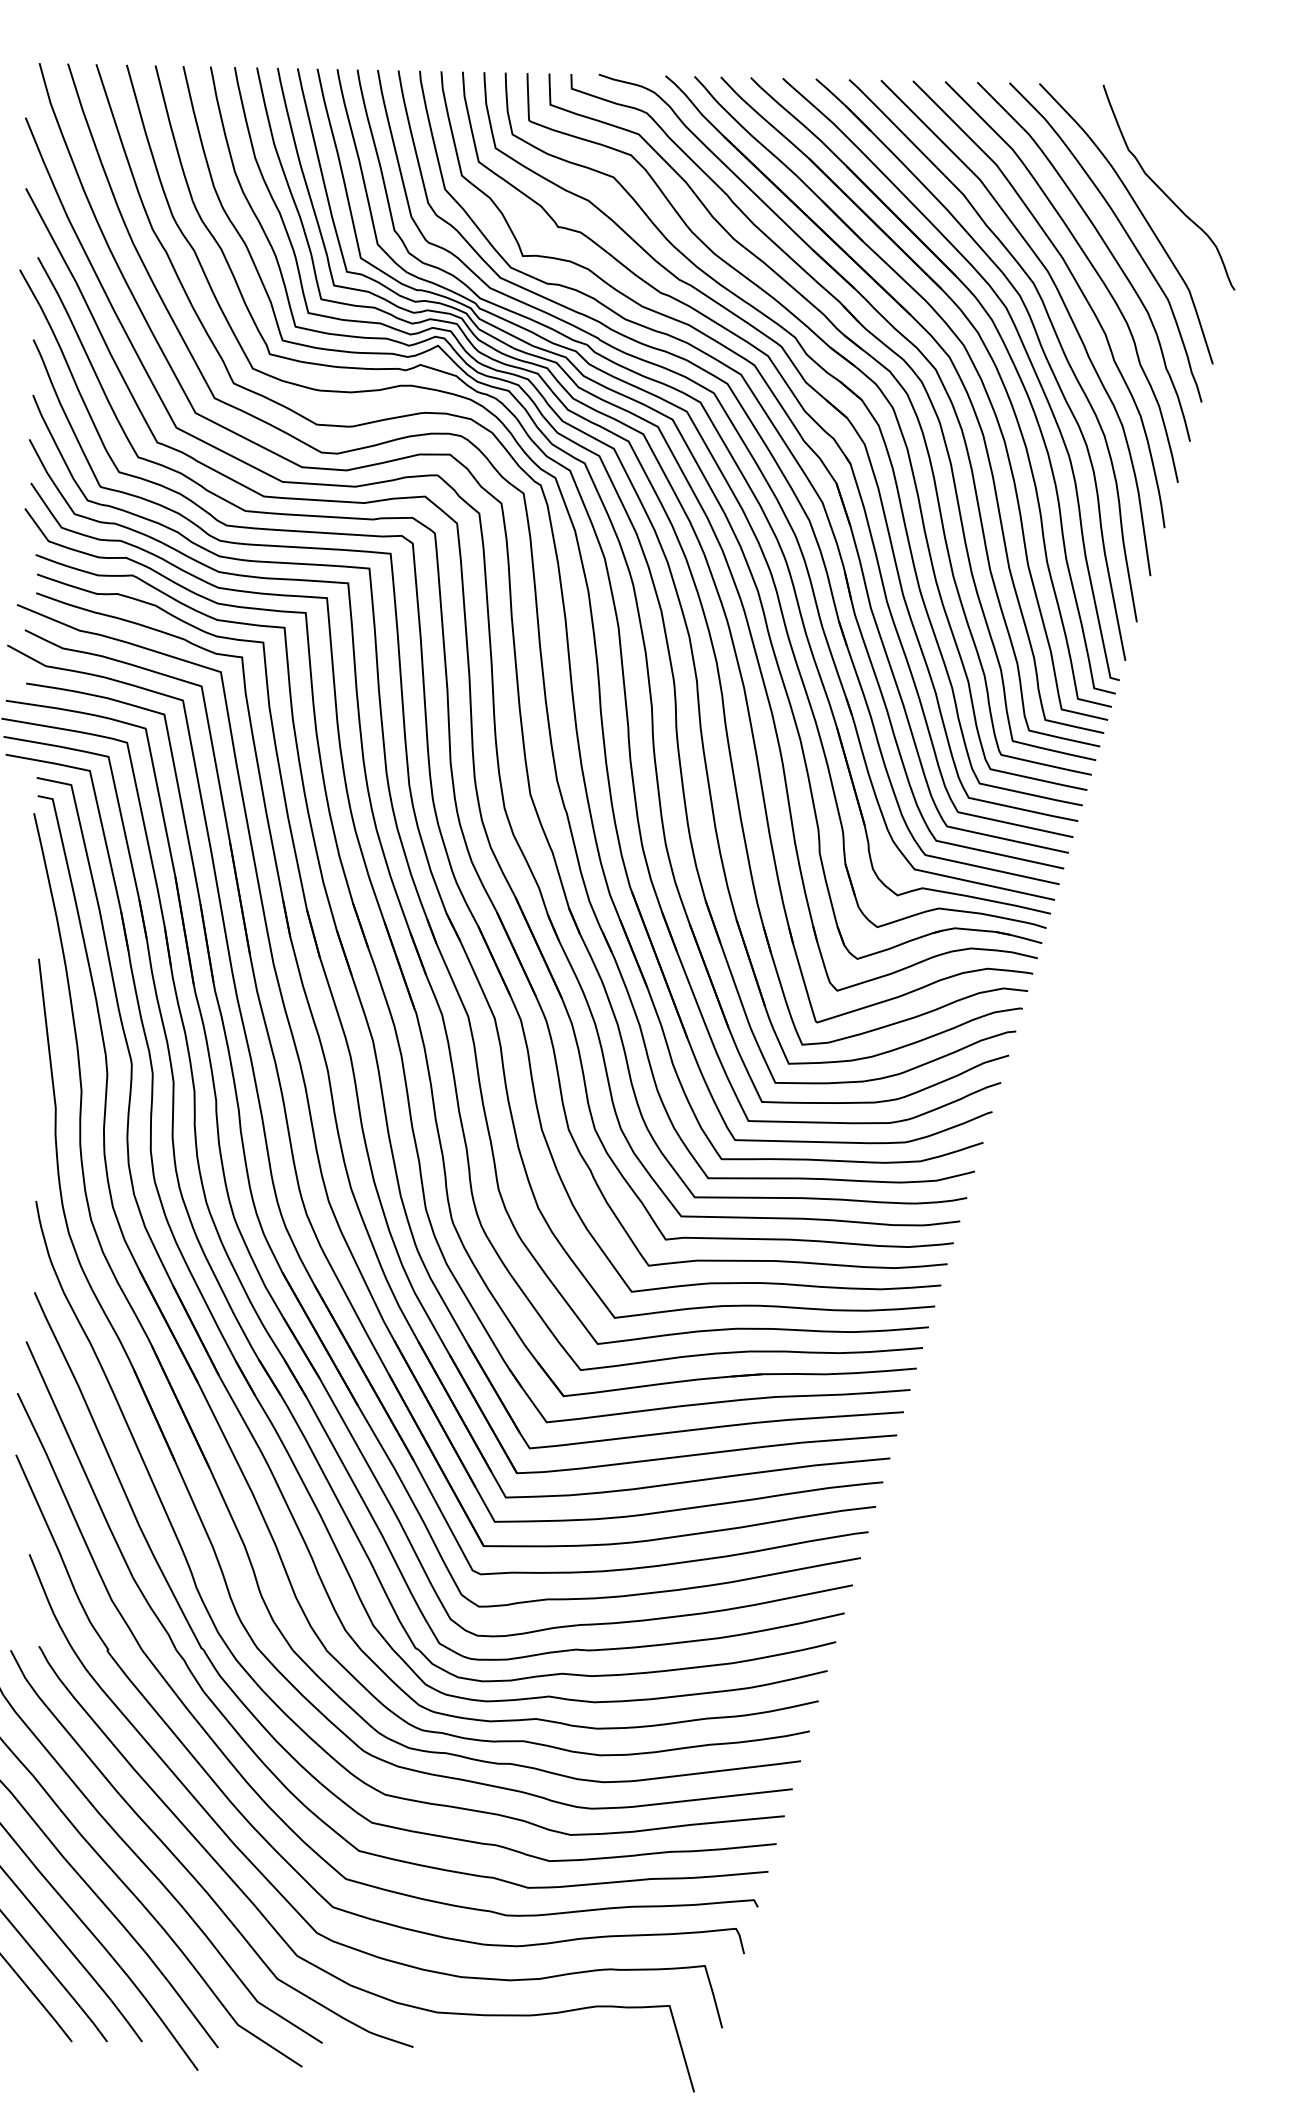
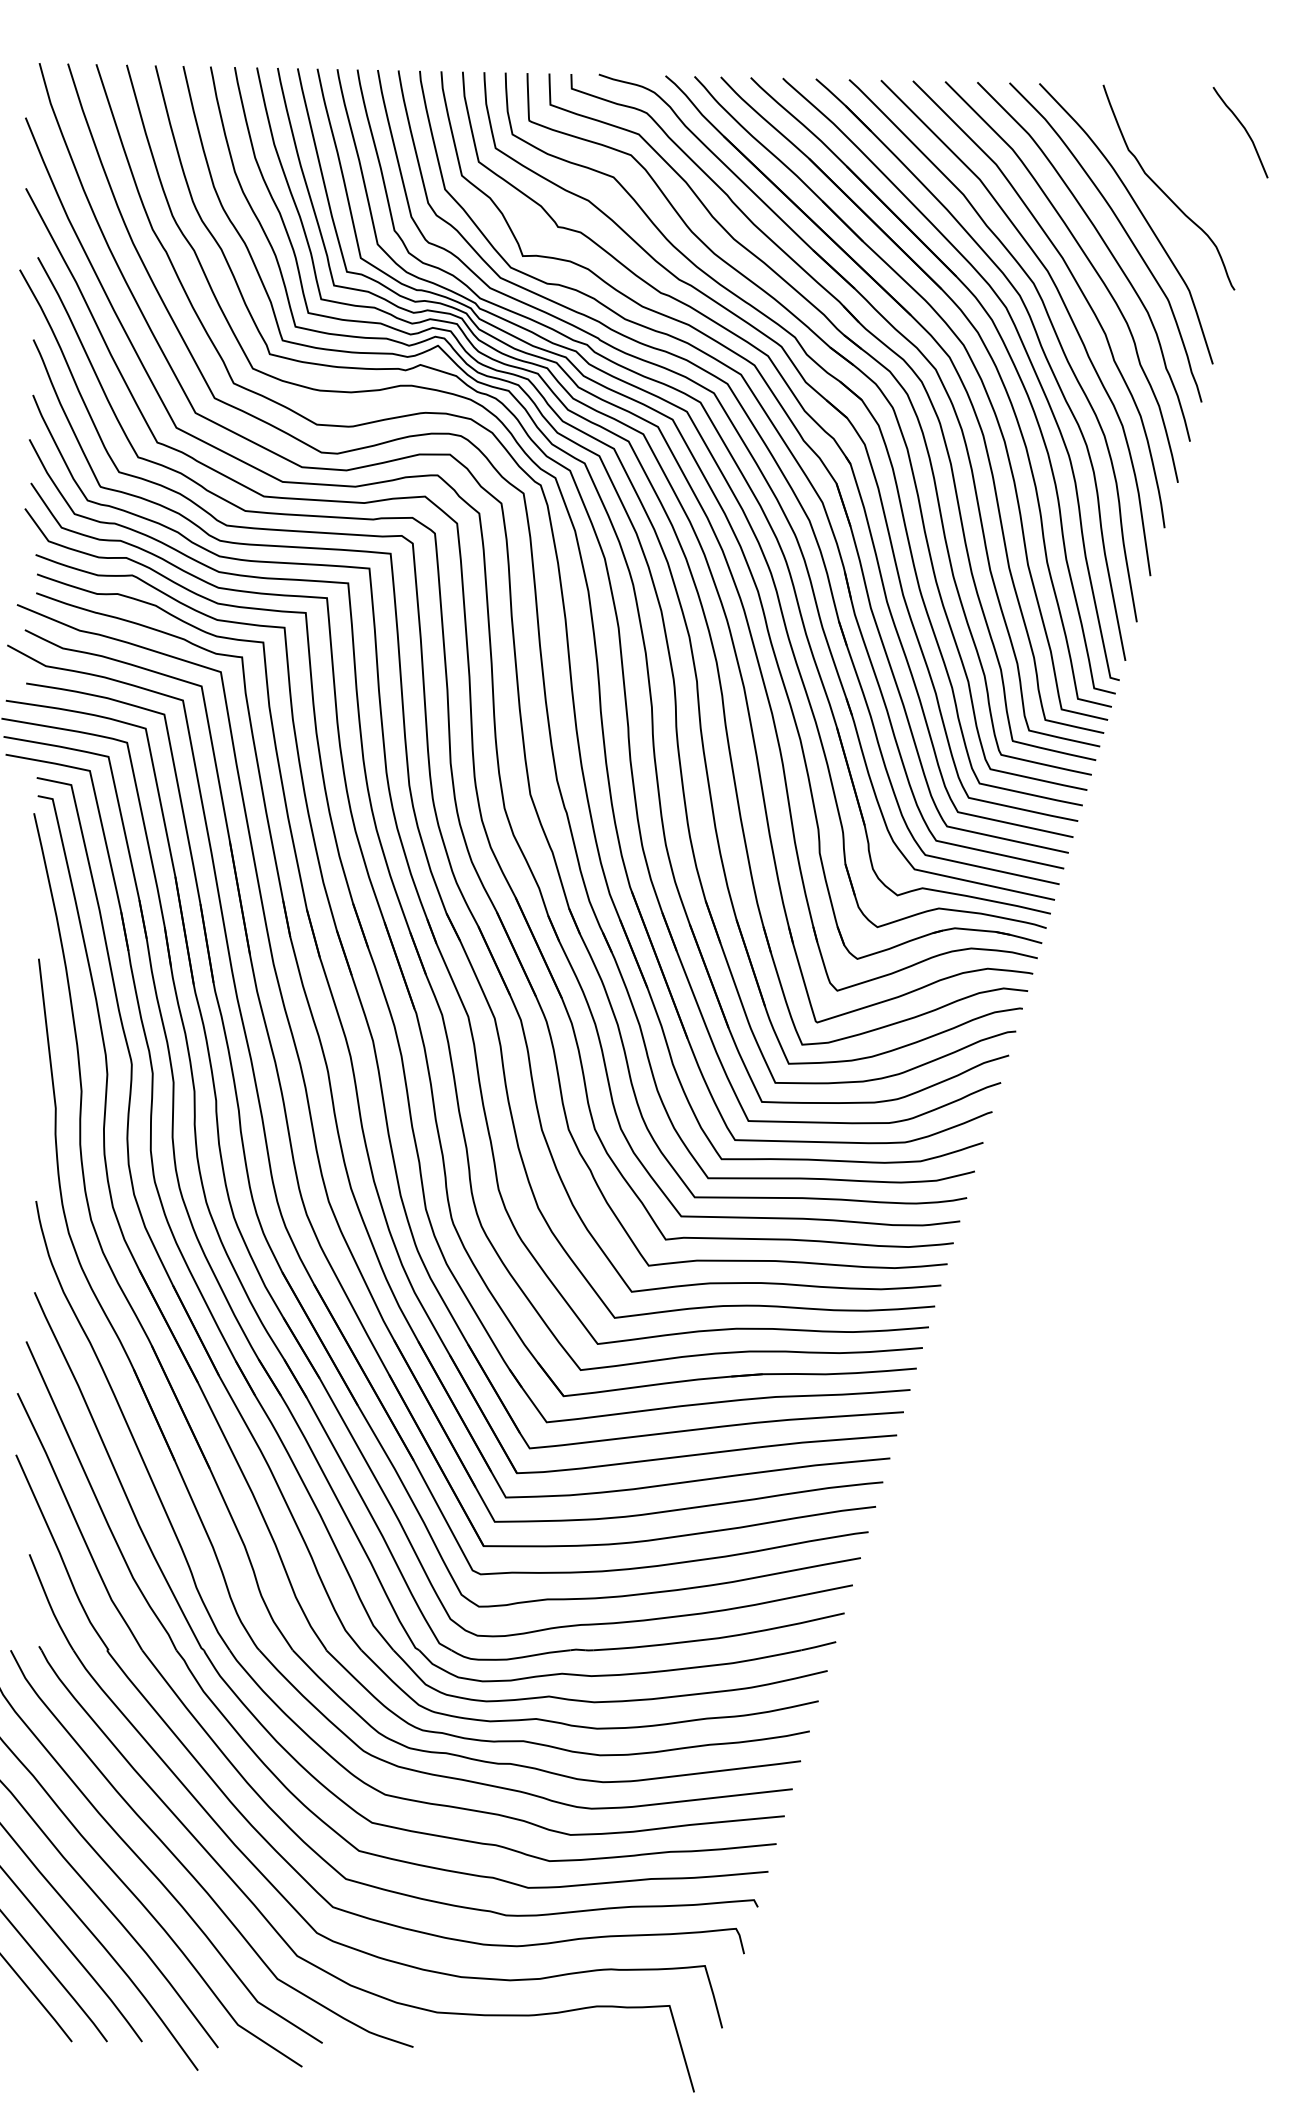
curve at (1244, 130): none -> present
